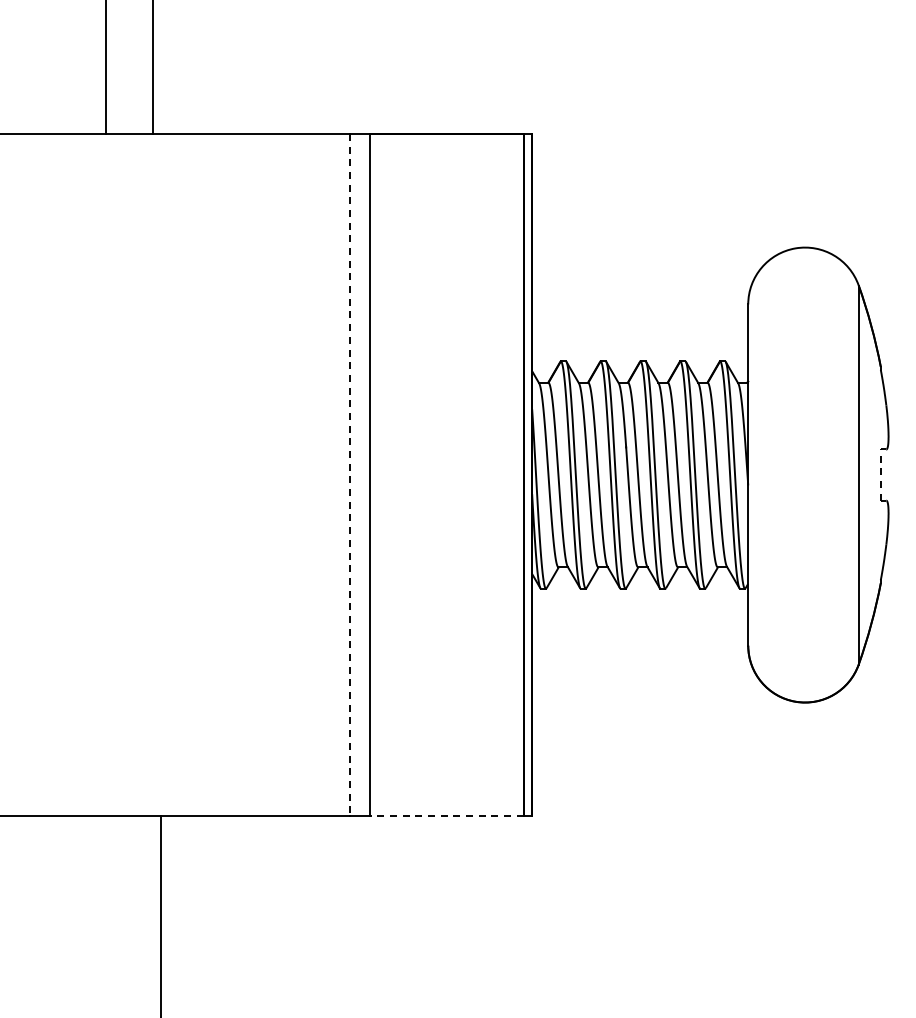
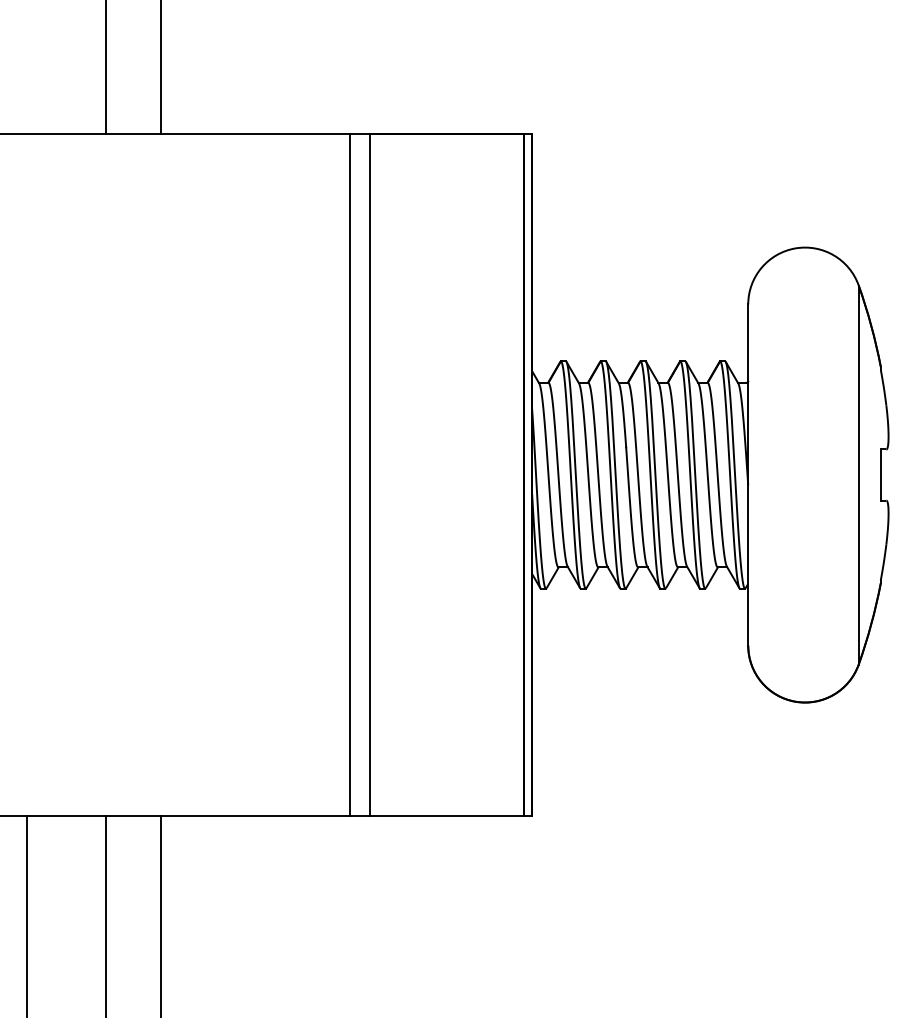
line at (153, 67) position: (153, 67) -> (161, 67)
line at (349, 475): dashed -> solid
line at (880, 475): dashed -> solid
line at (446, 816): dashed -> solid
line at (27, 915): none -> present
line at (105, 915): none -> present
